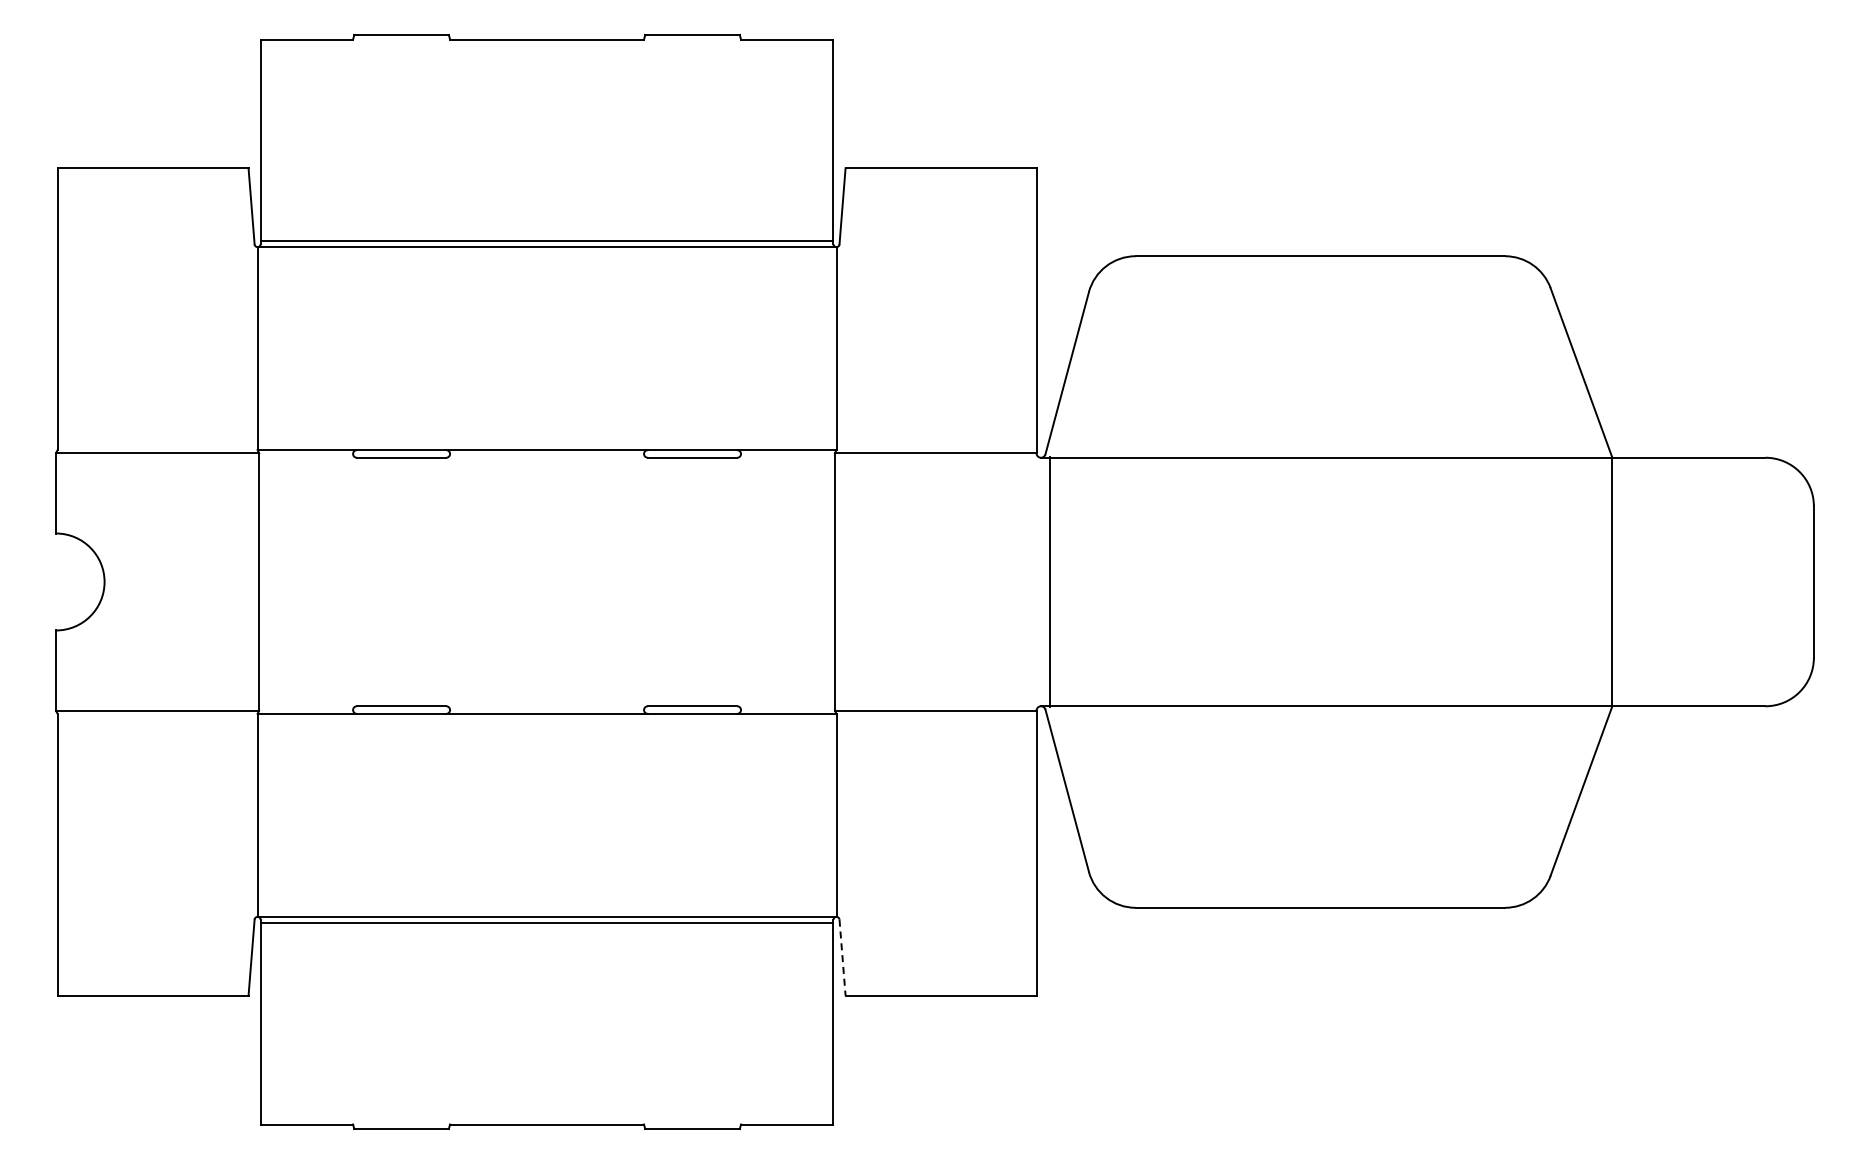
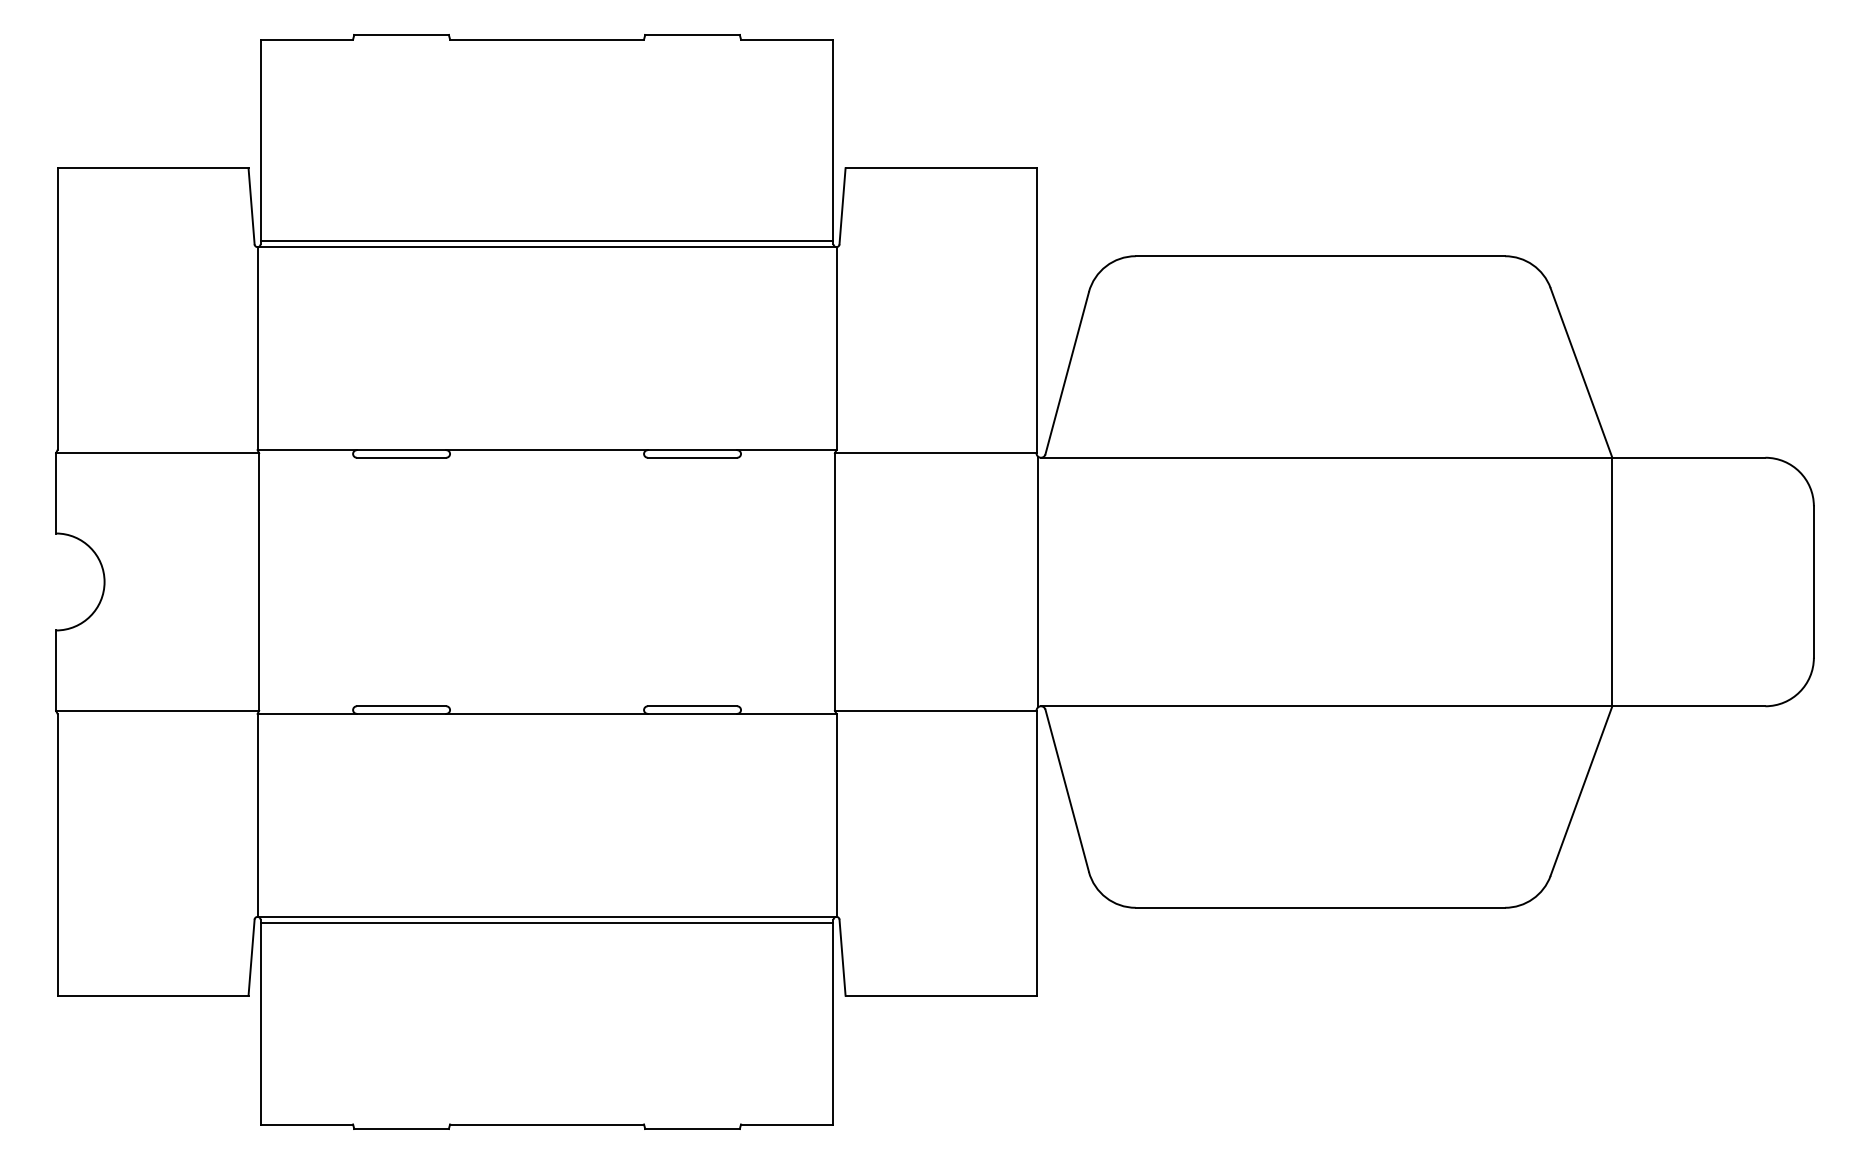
line at (1050, 581) position: (1050, 581) -> (1038, 581)
line at (842, 958): dashed -> solid
